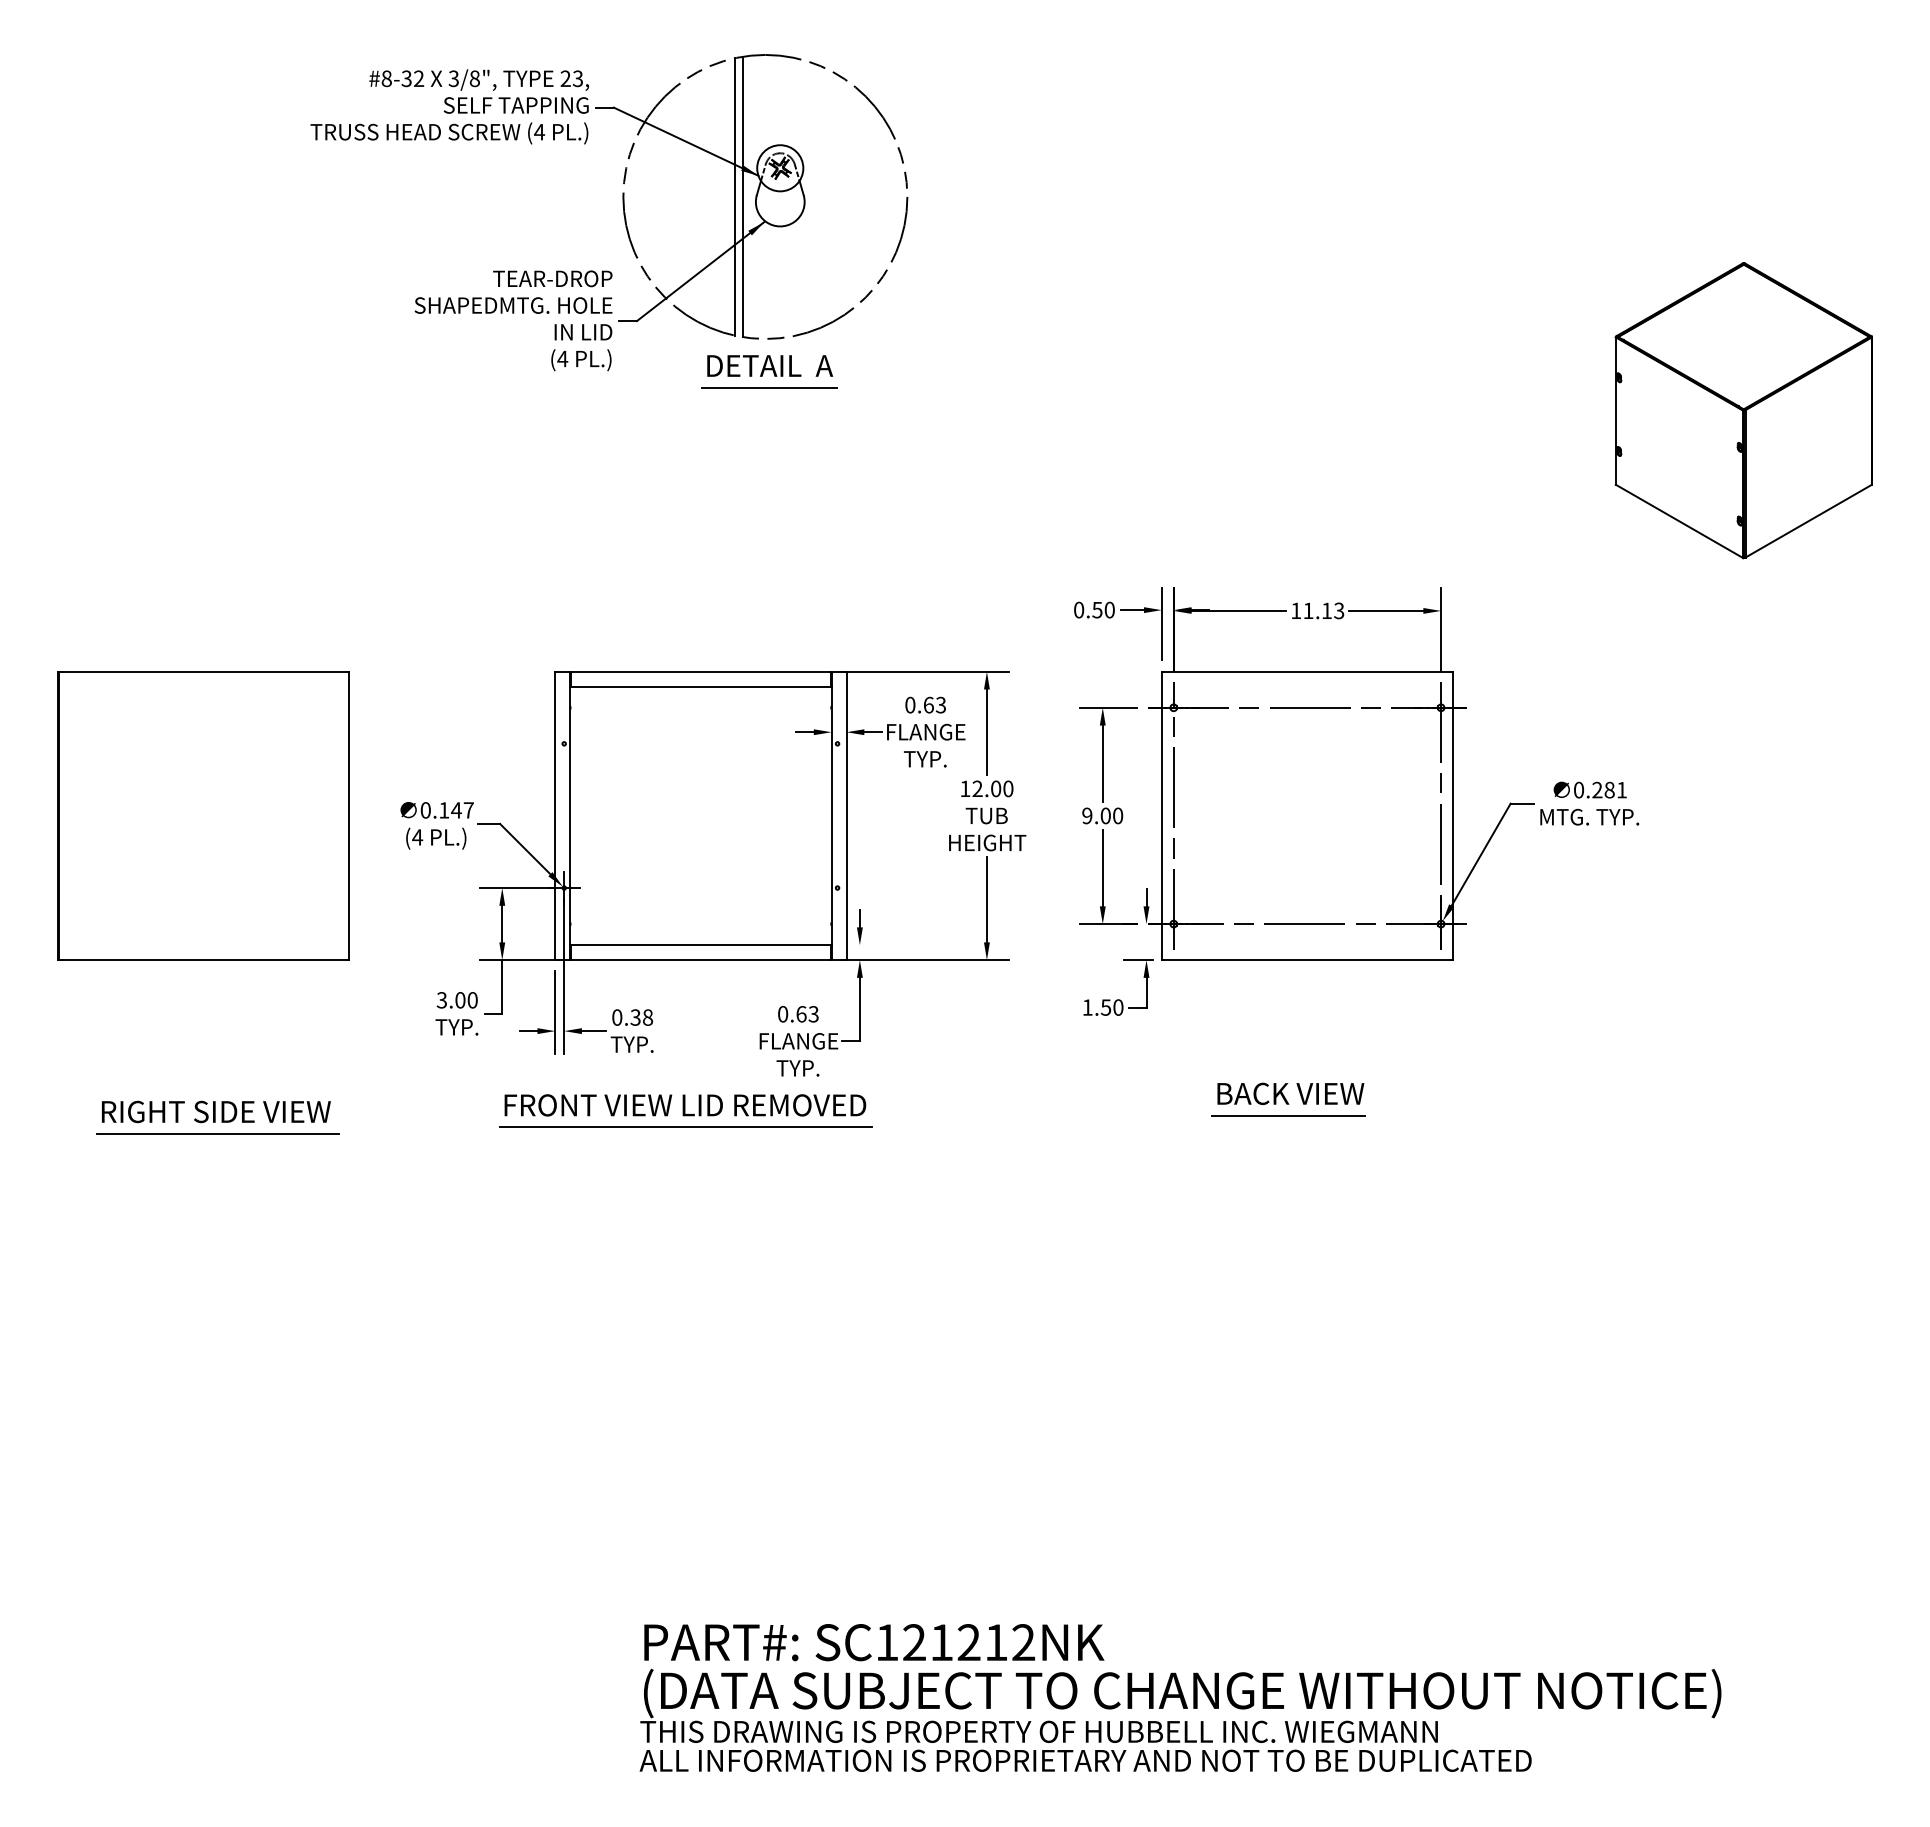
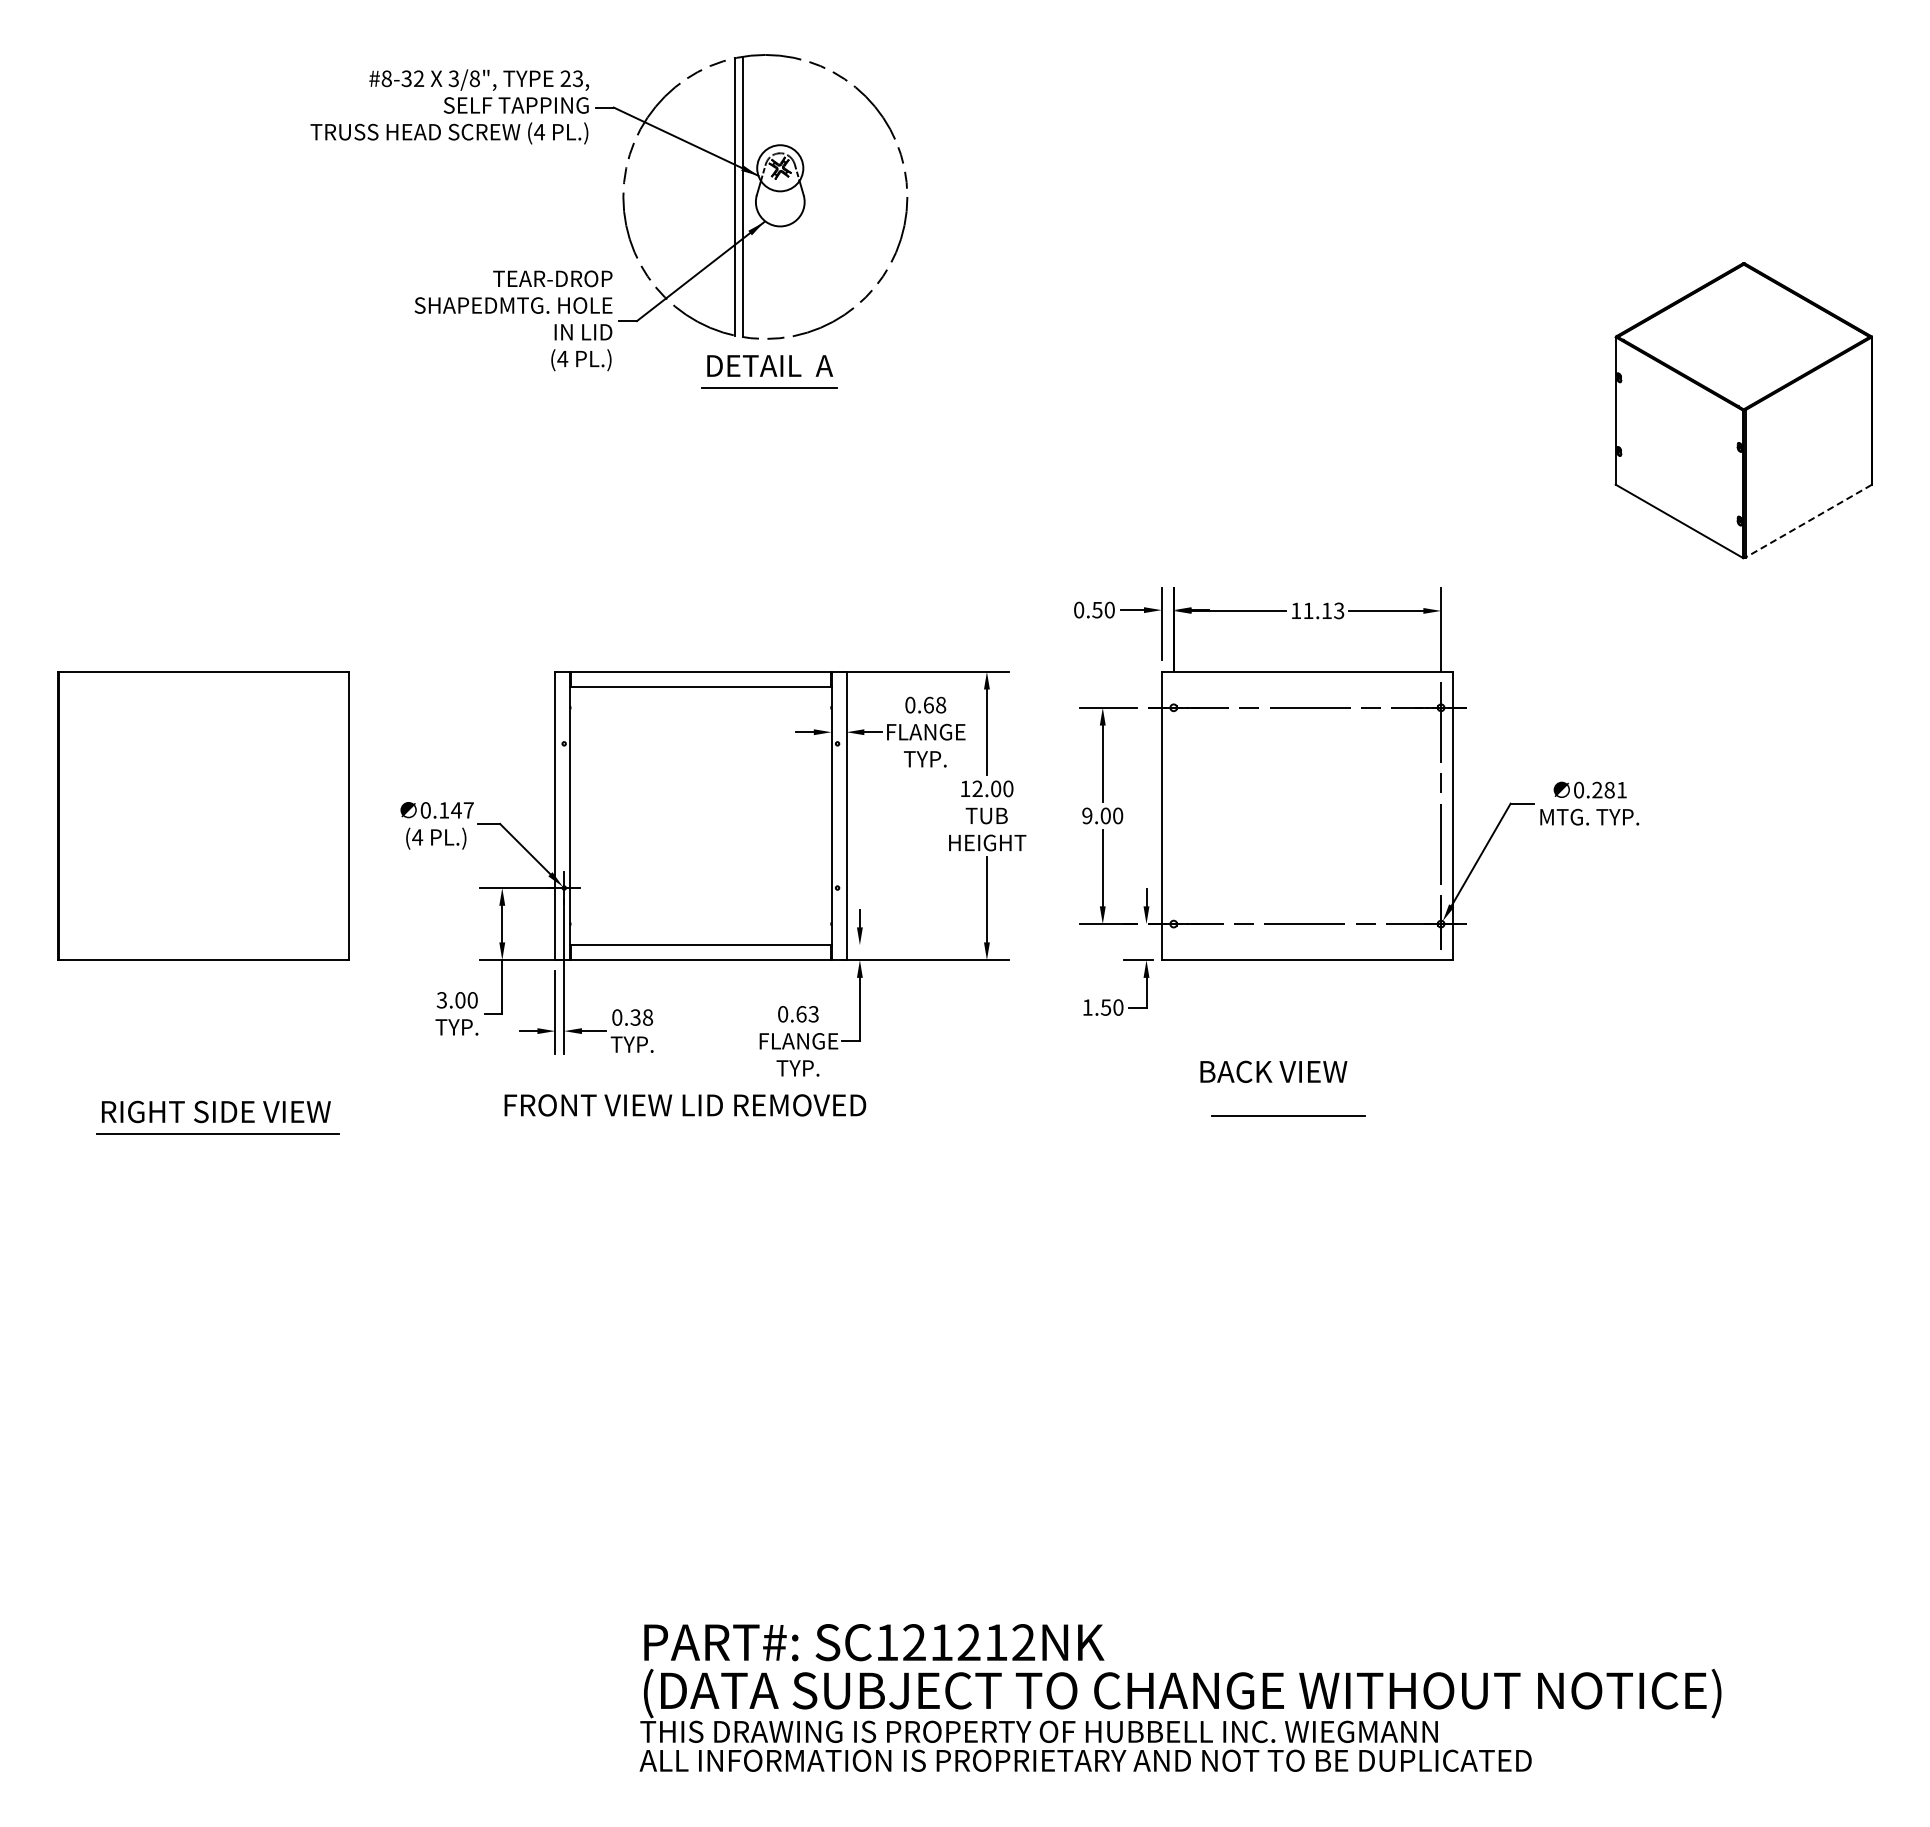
line at (1808, 521): solid -> dashed
text at (940, 705): 0.63 -> 0.68
line at (1173, 815): present -> none
text at (1290, 1093) position: (1290, 1093) -> (1273, 1071)
line at (685, 1127): present -> none
